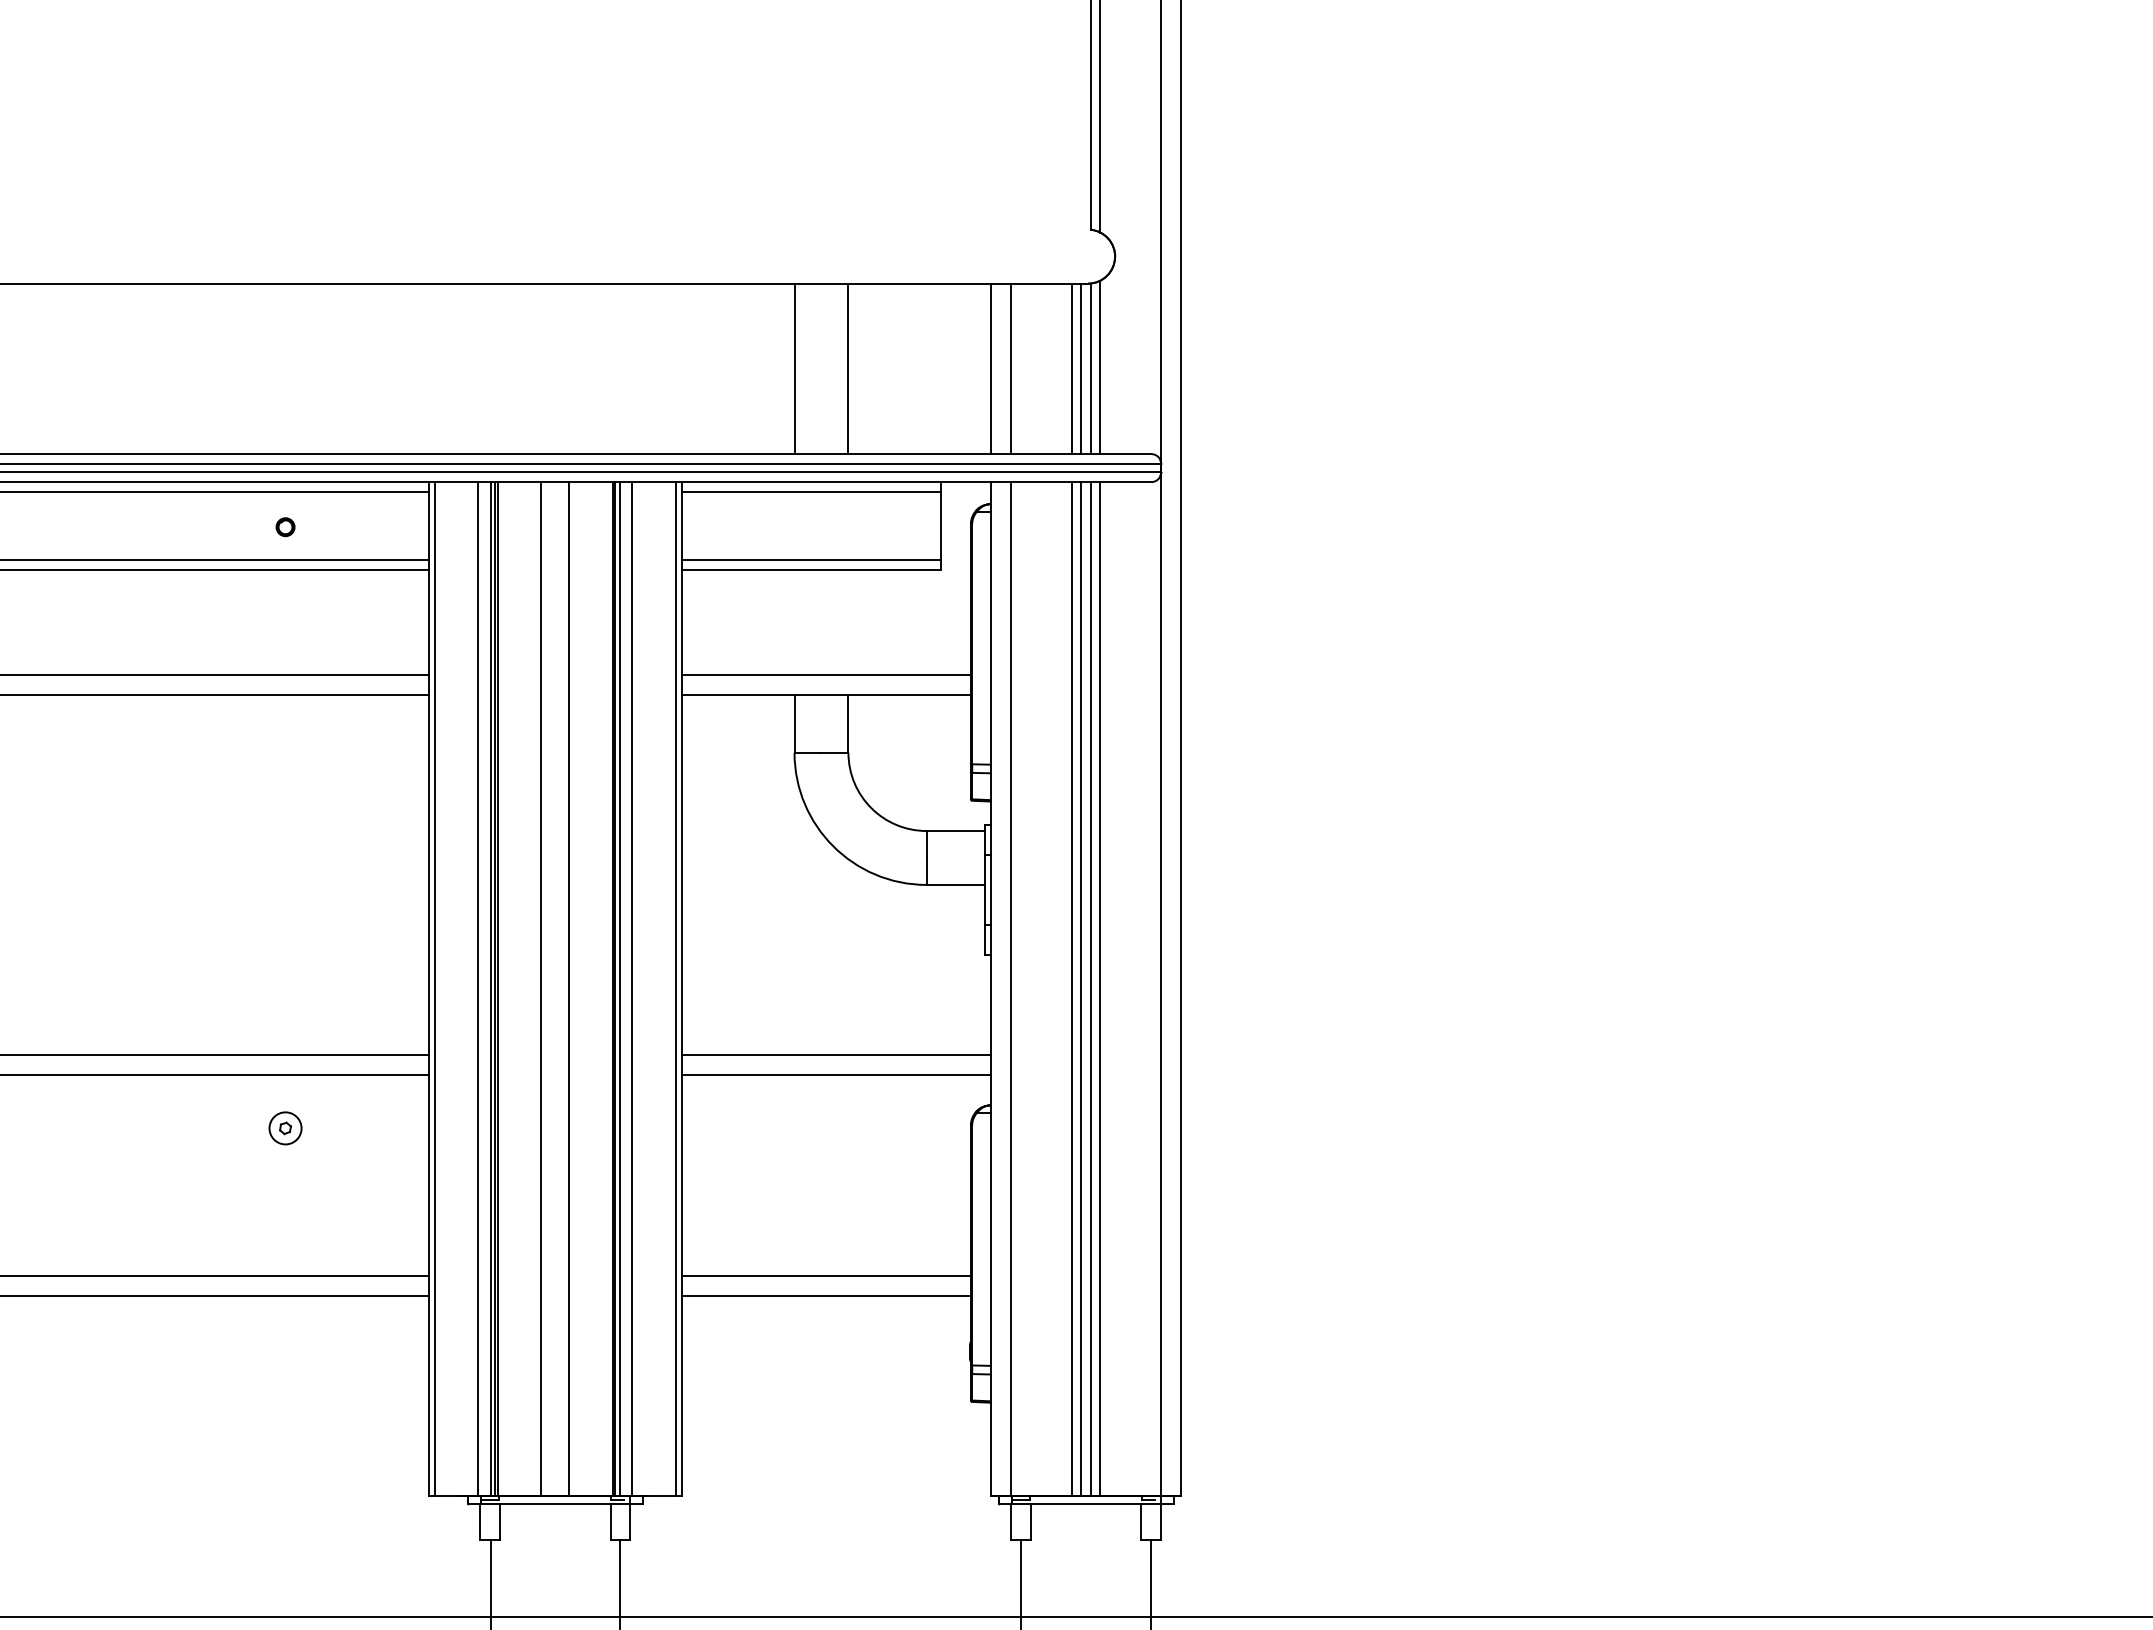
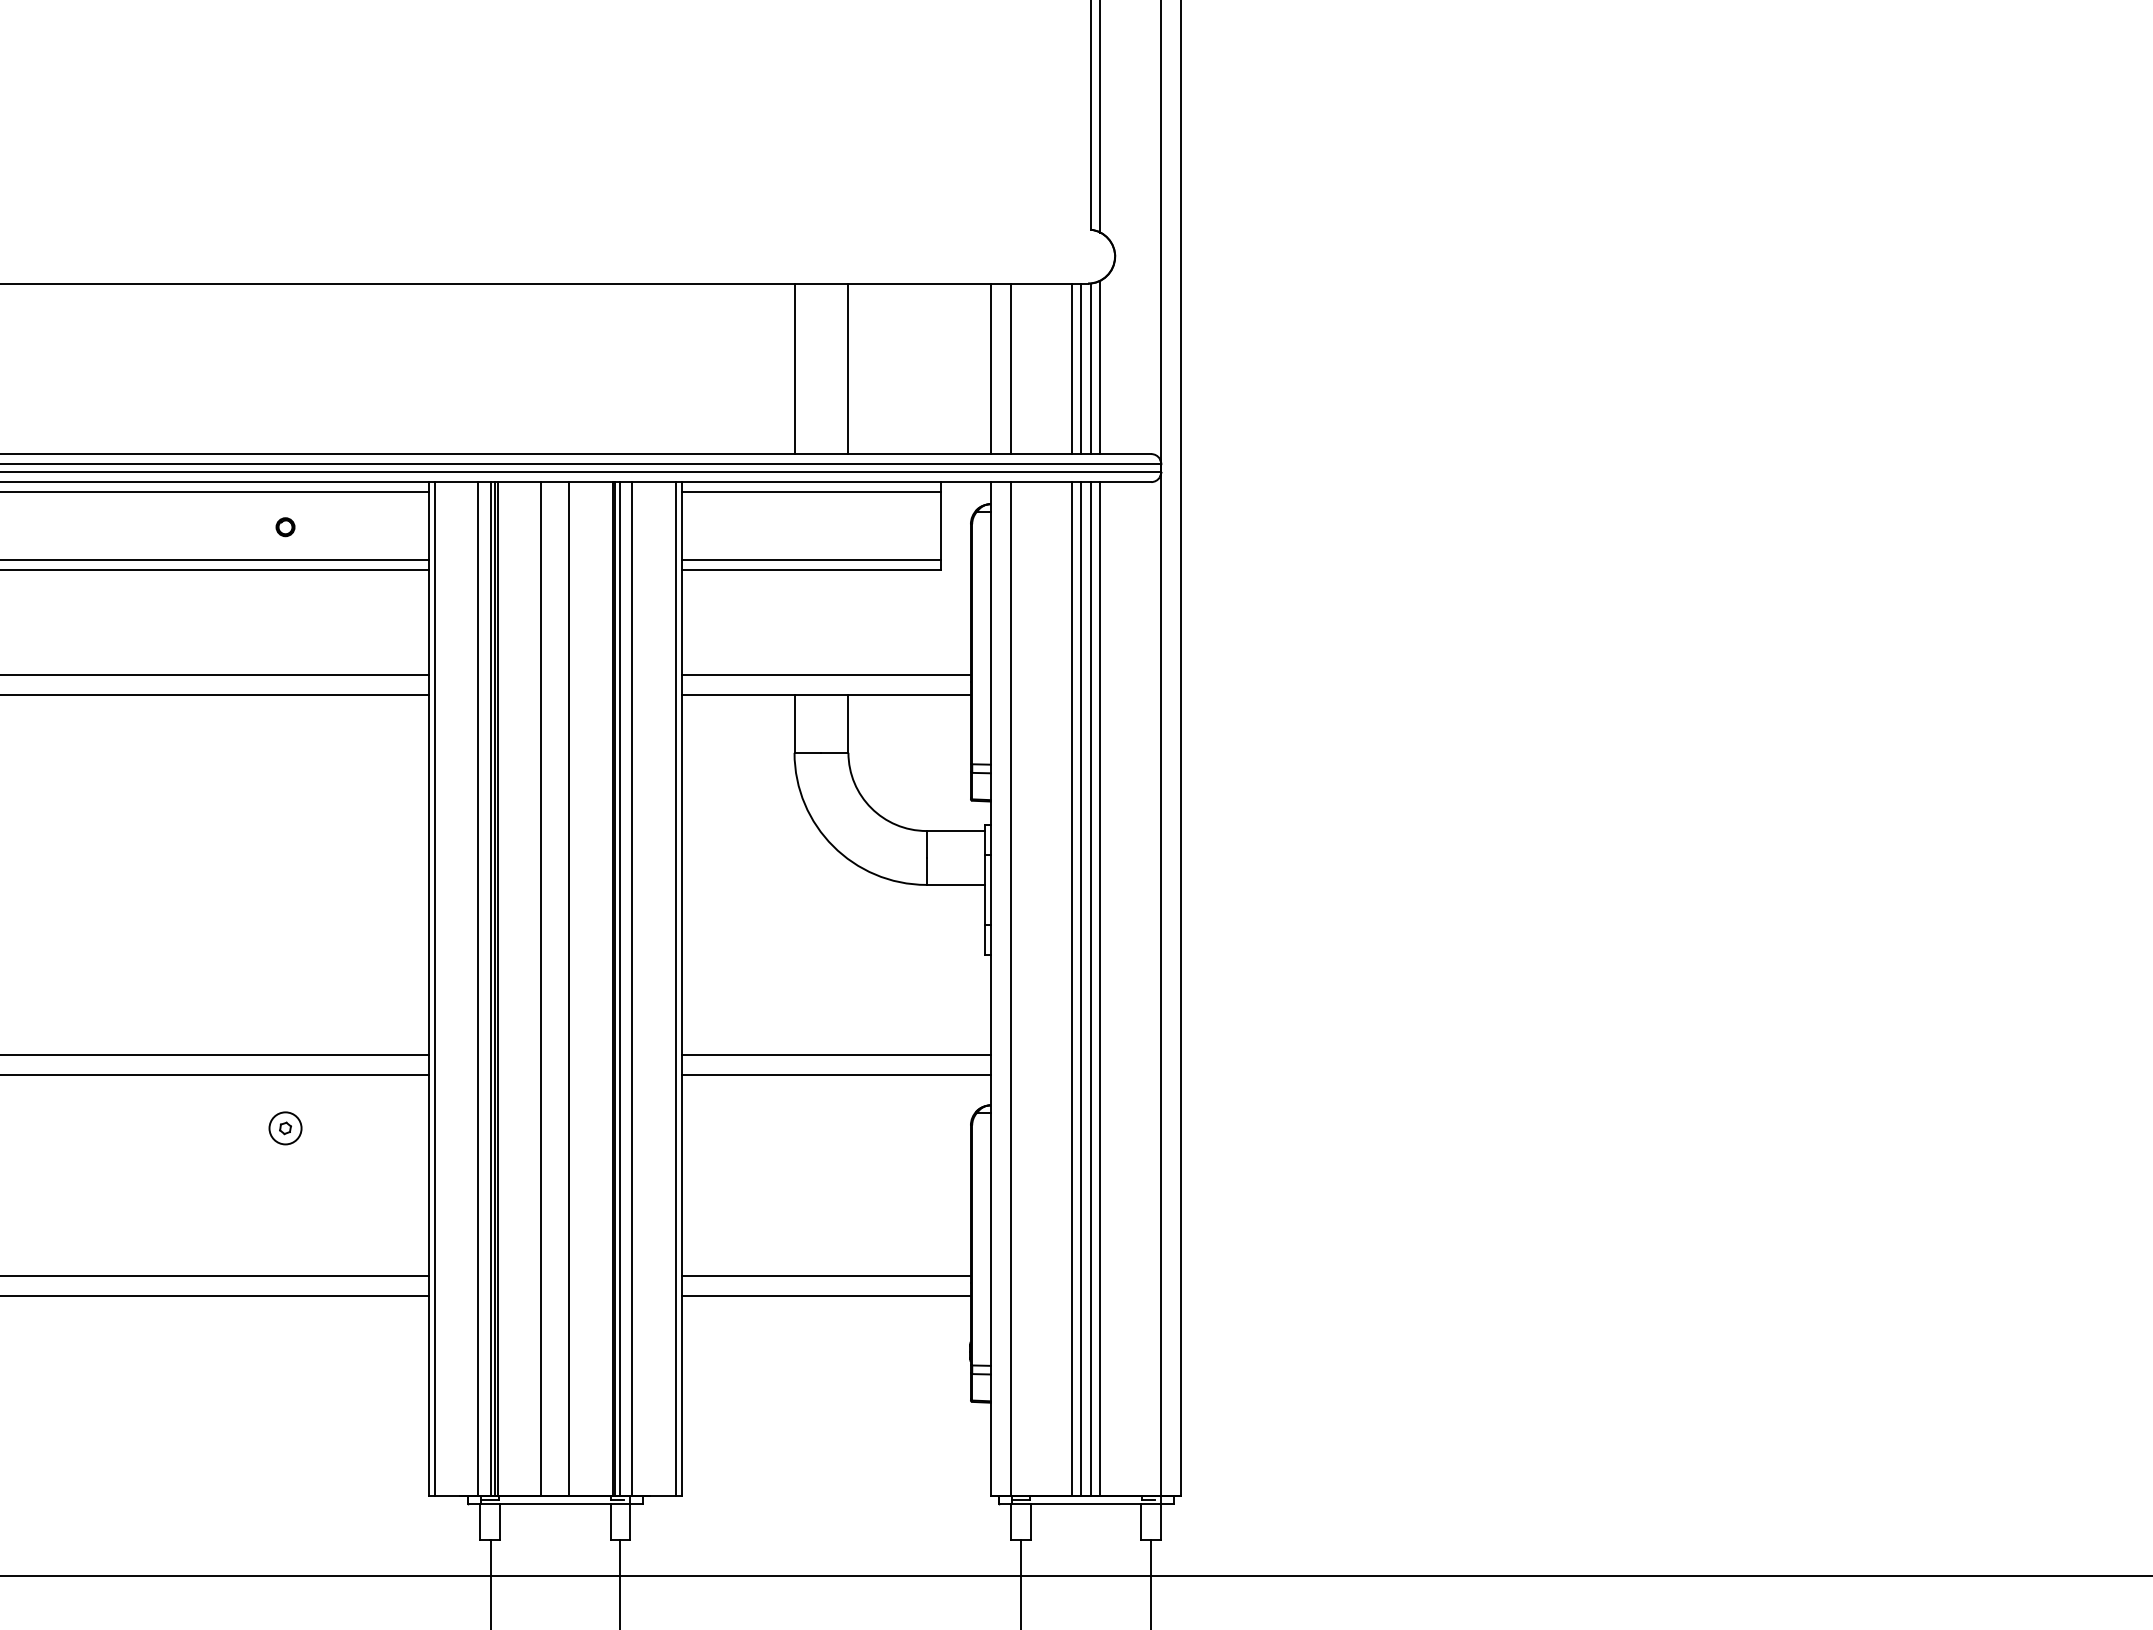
line at (1075, 1617) position: (1075, 1617) -> (1075, 1576)
